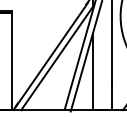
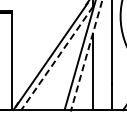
line at (86, 56): solid -> dashed
line at (56, 58): solid -> dashed
